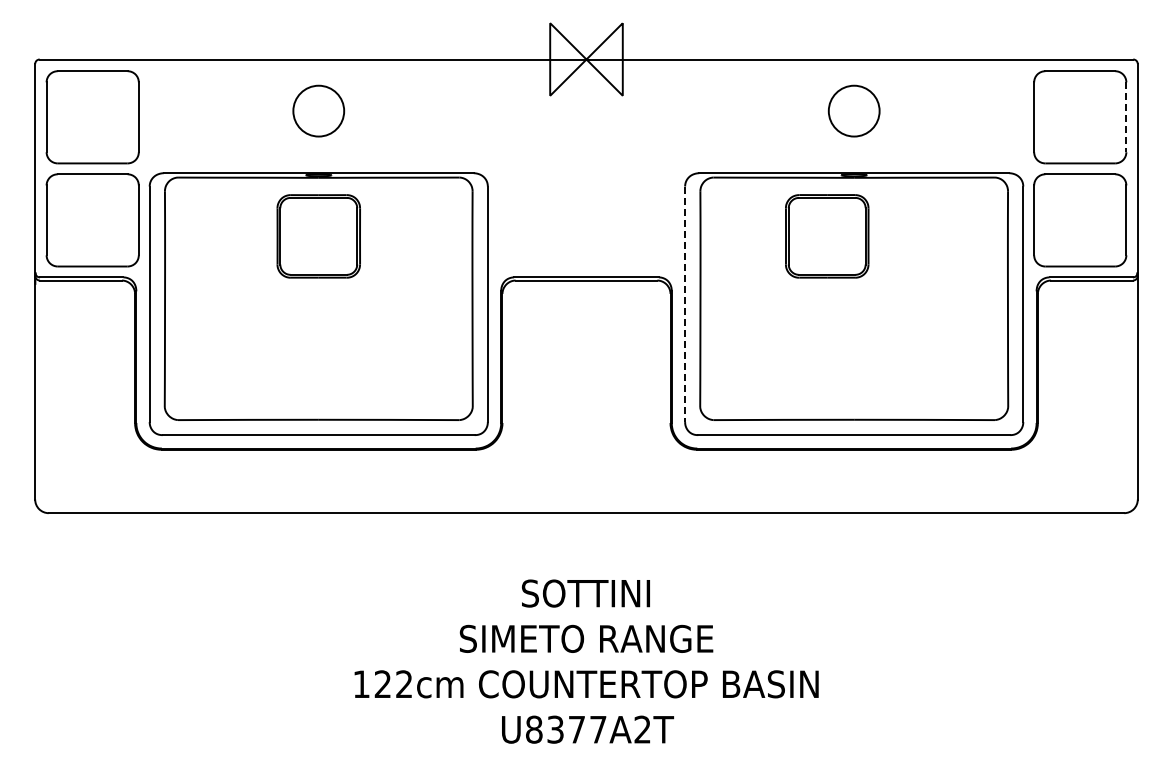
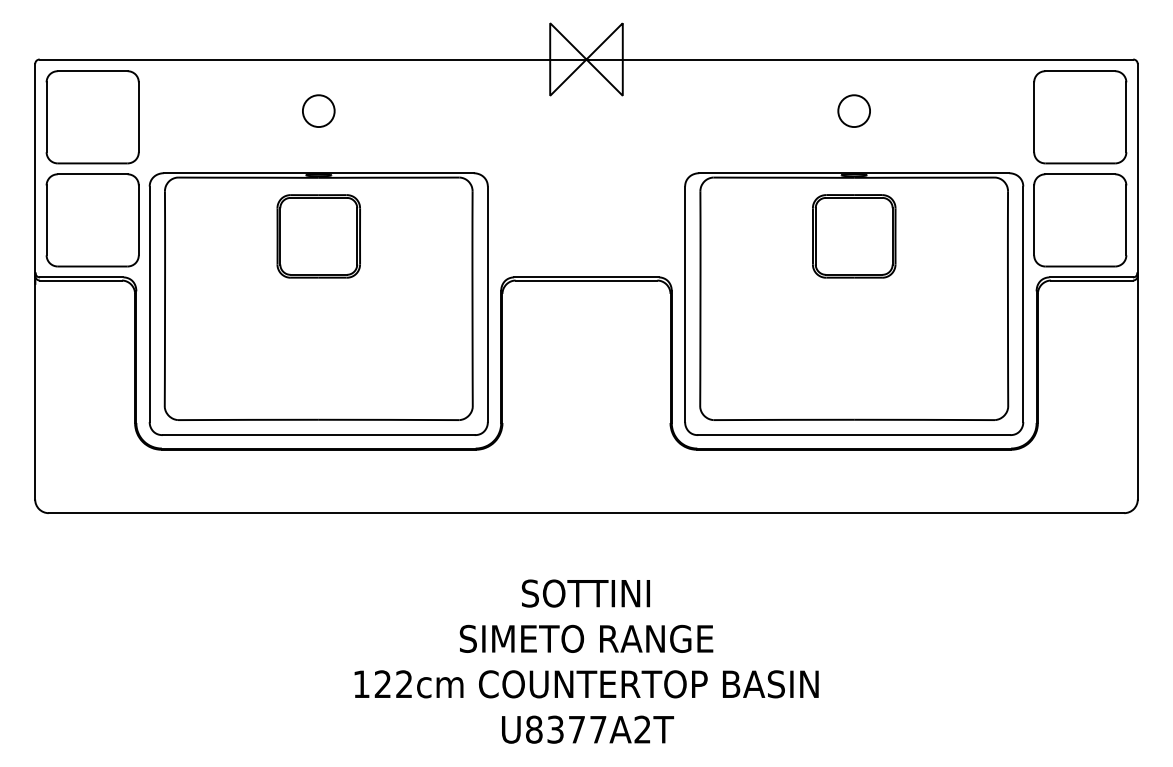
circle at (318, 110) diameter: 51 px -> 32 px
circle at (853, 110) diameter: 51 px -> 32 px
line at (1126, 117): dashed -> solid
part at (827, 236) position: (827, 236) -> (854, 236)
line at (685, 304): dashed -> solid
